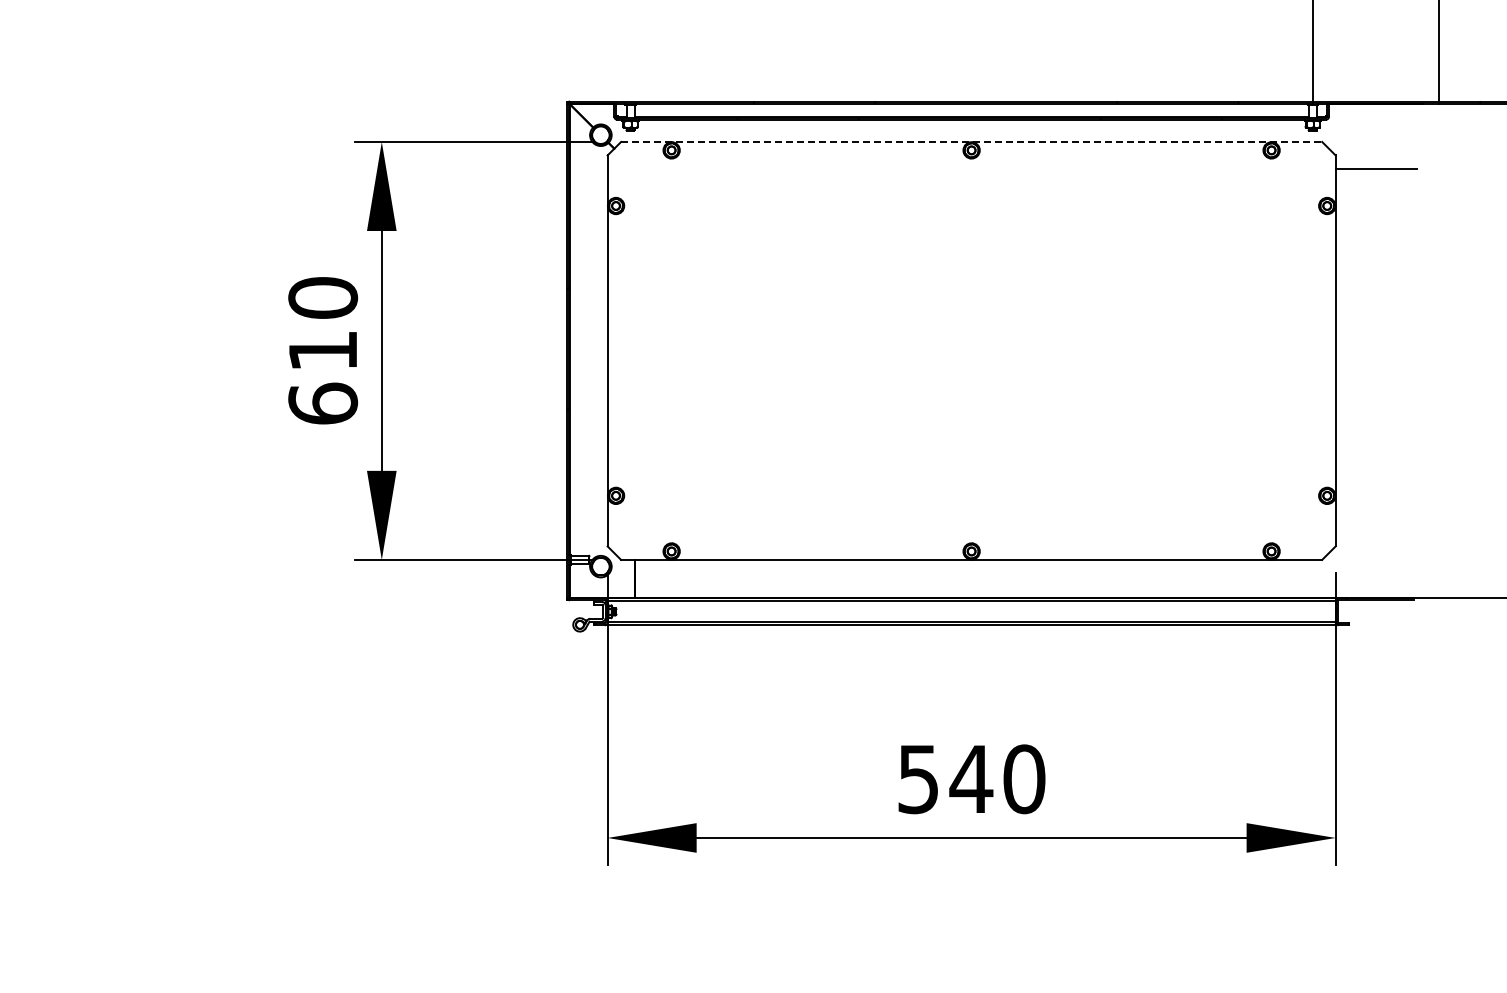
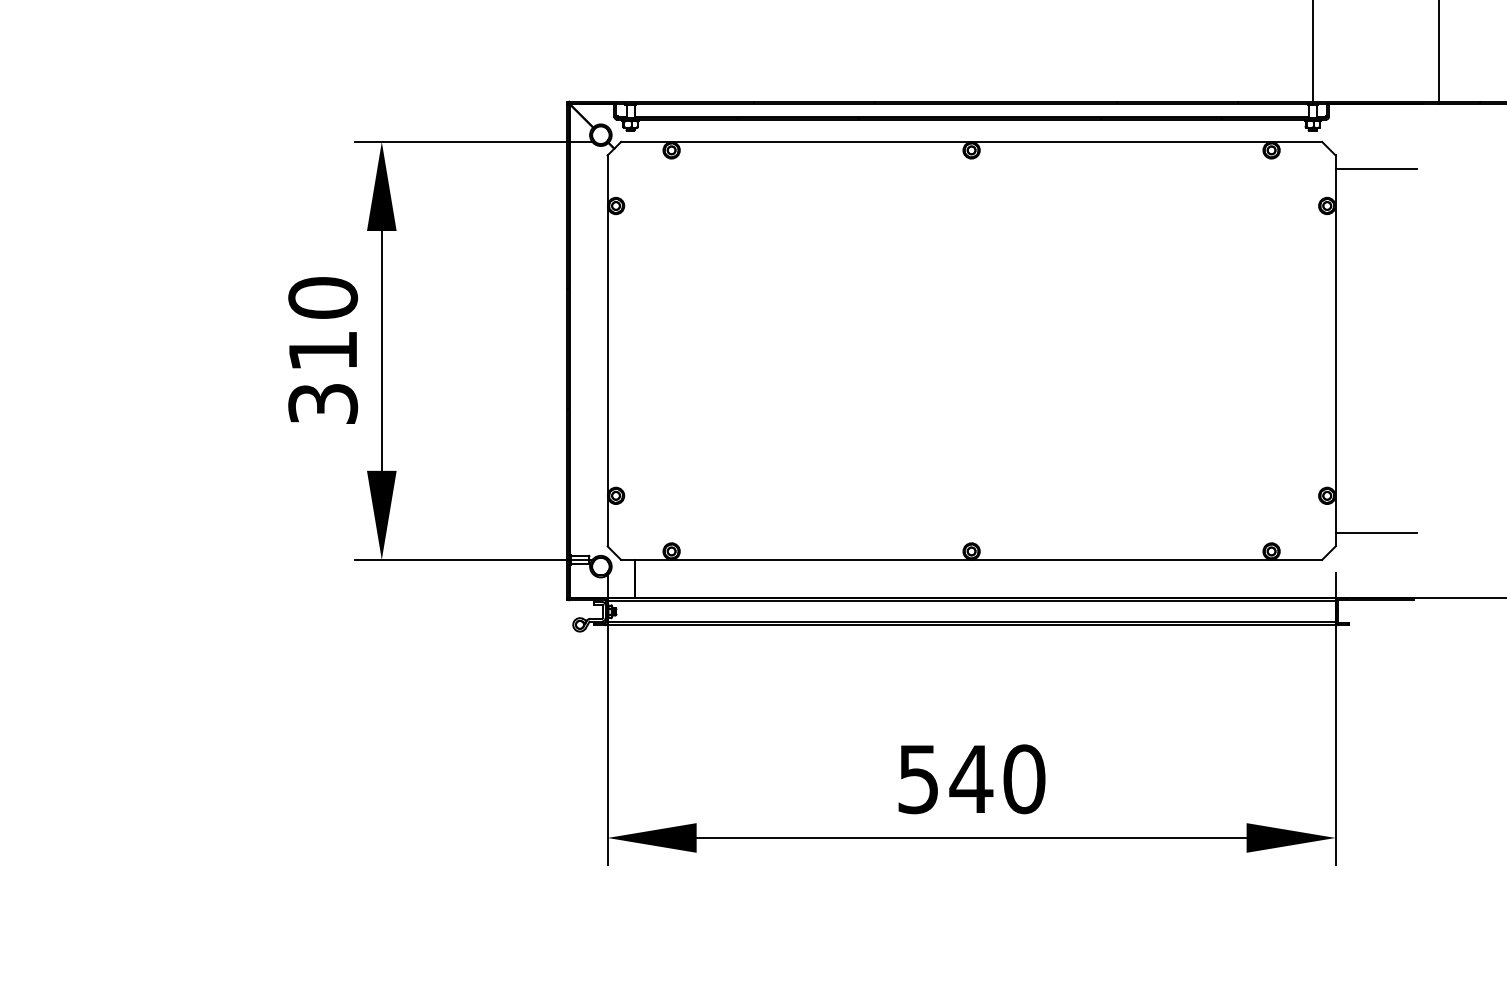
line at (971, 141): dashed -> solid
text at (323, 403): 610 -> 310
line at (1375, 532): none -> present
